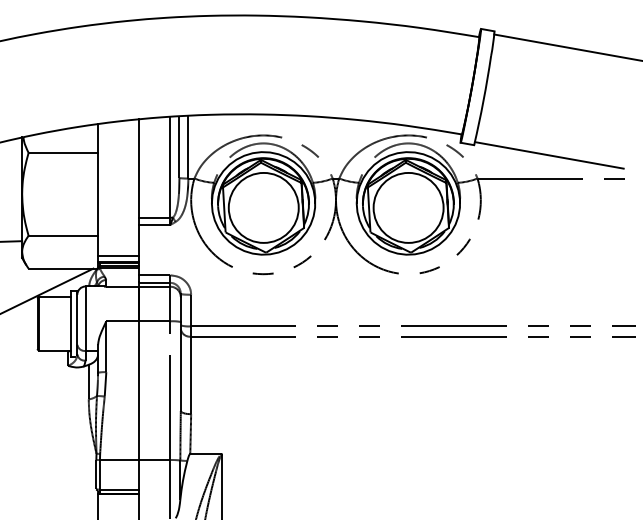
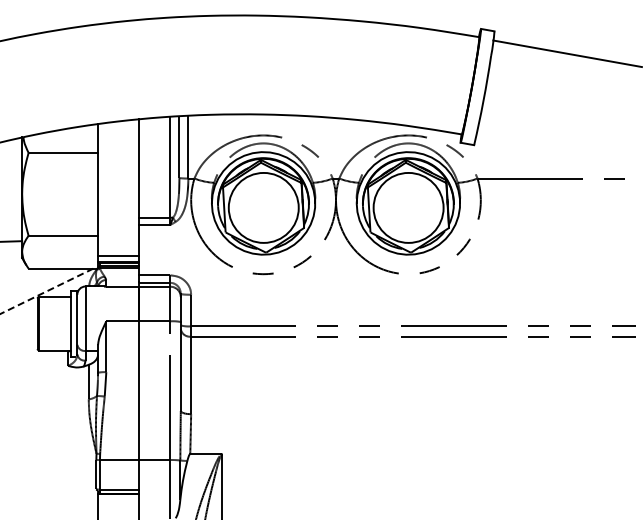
line at (566, 47) position: (566, 47) -> (566, 53)
line at (549, 155): present -> none
line at (47, 291): solid -> dashed
